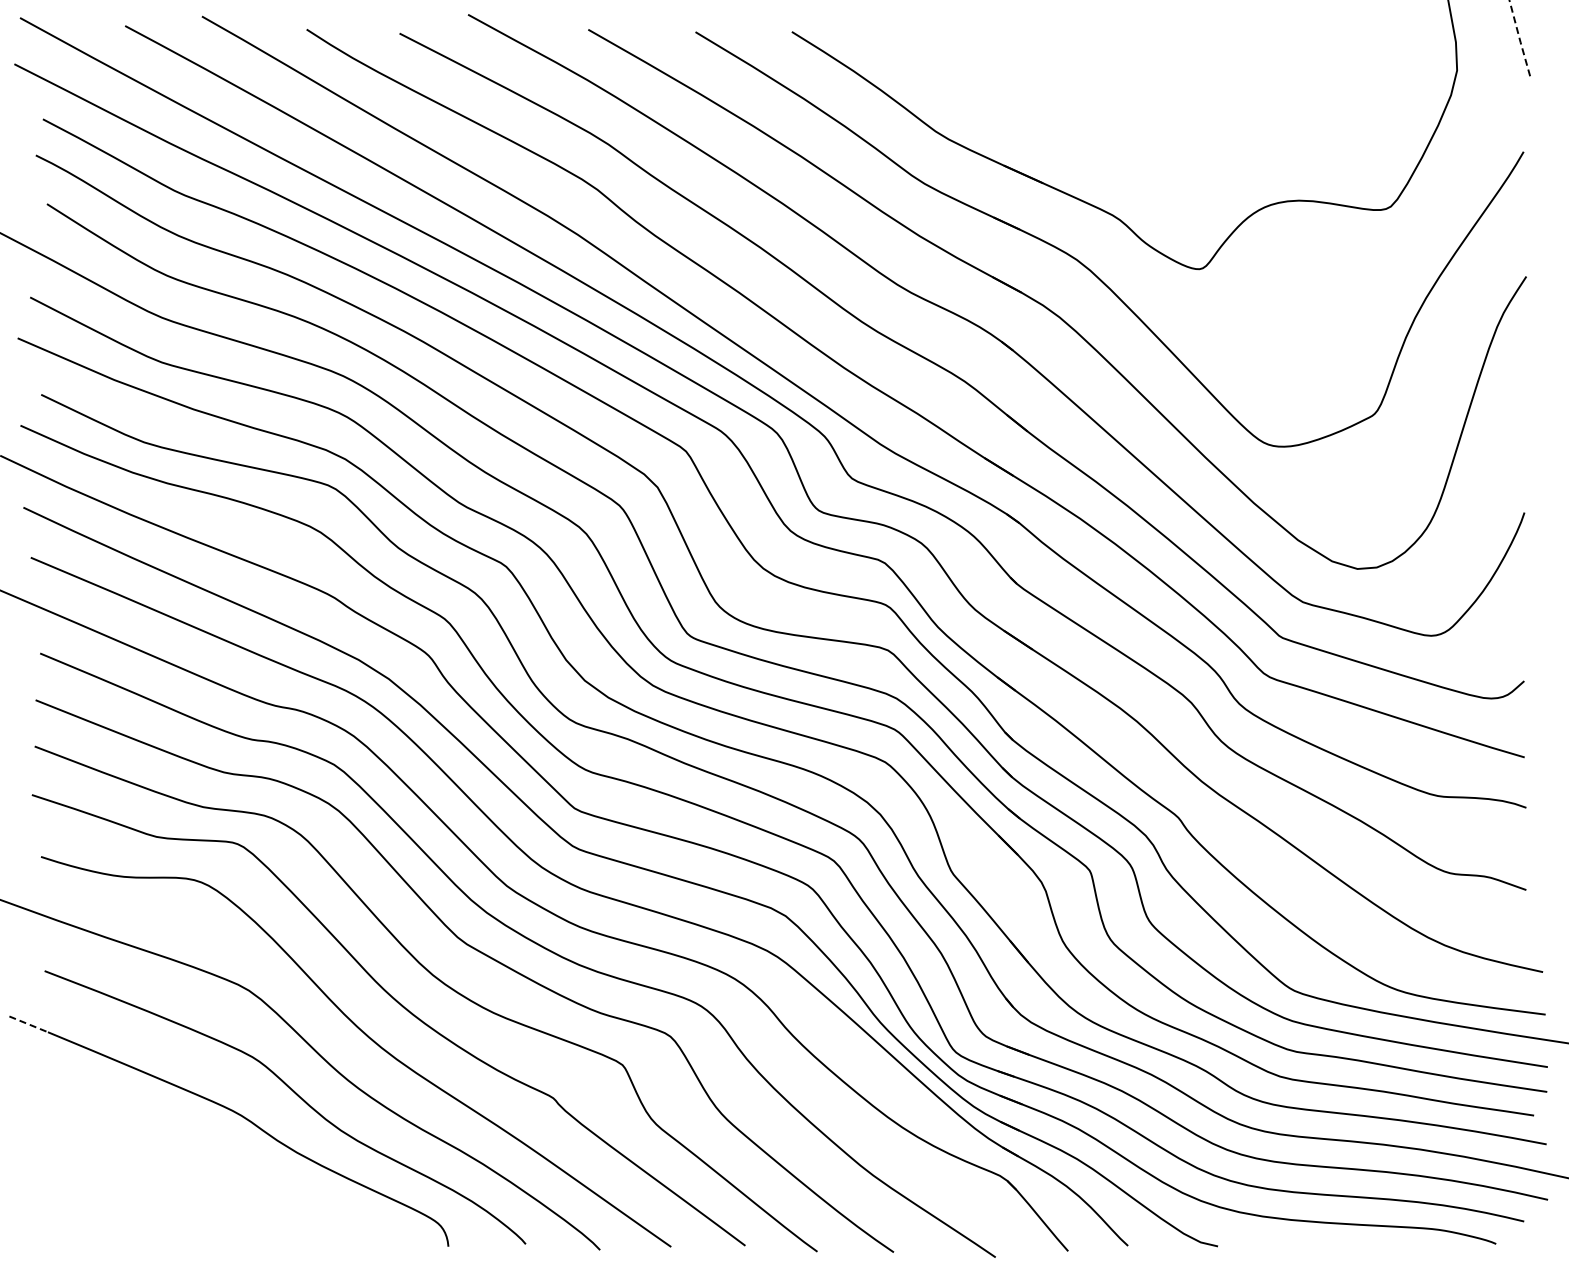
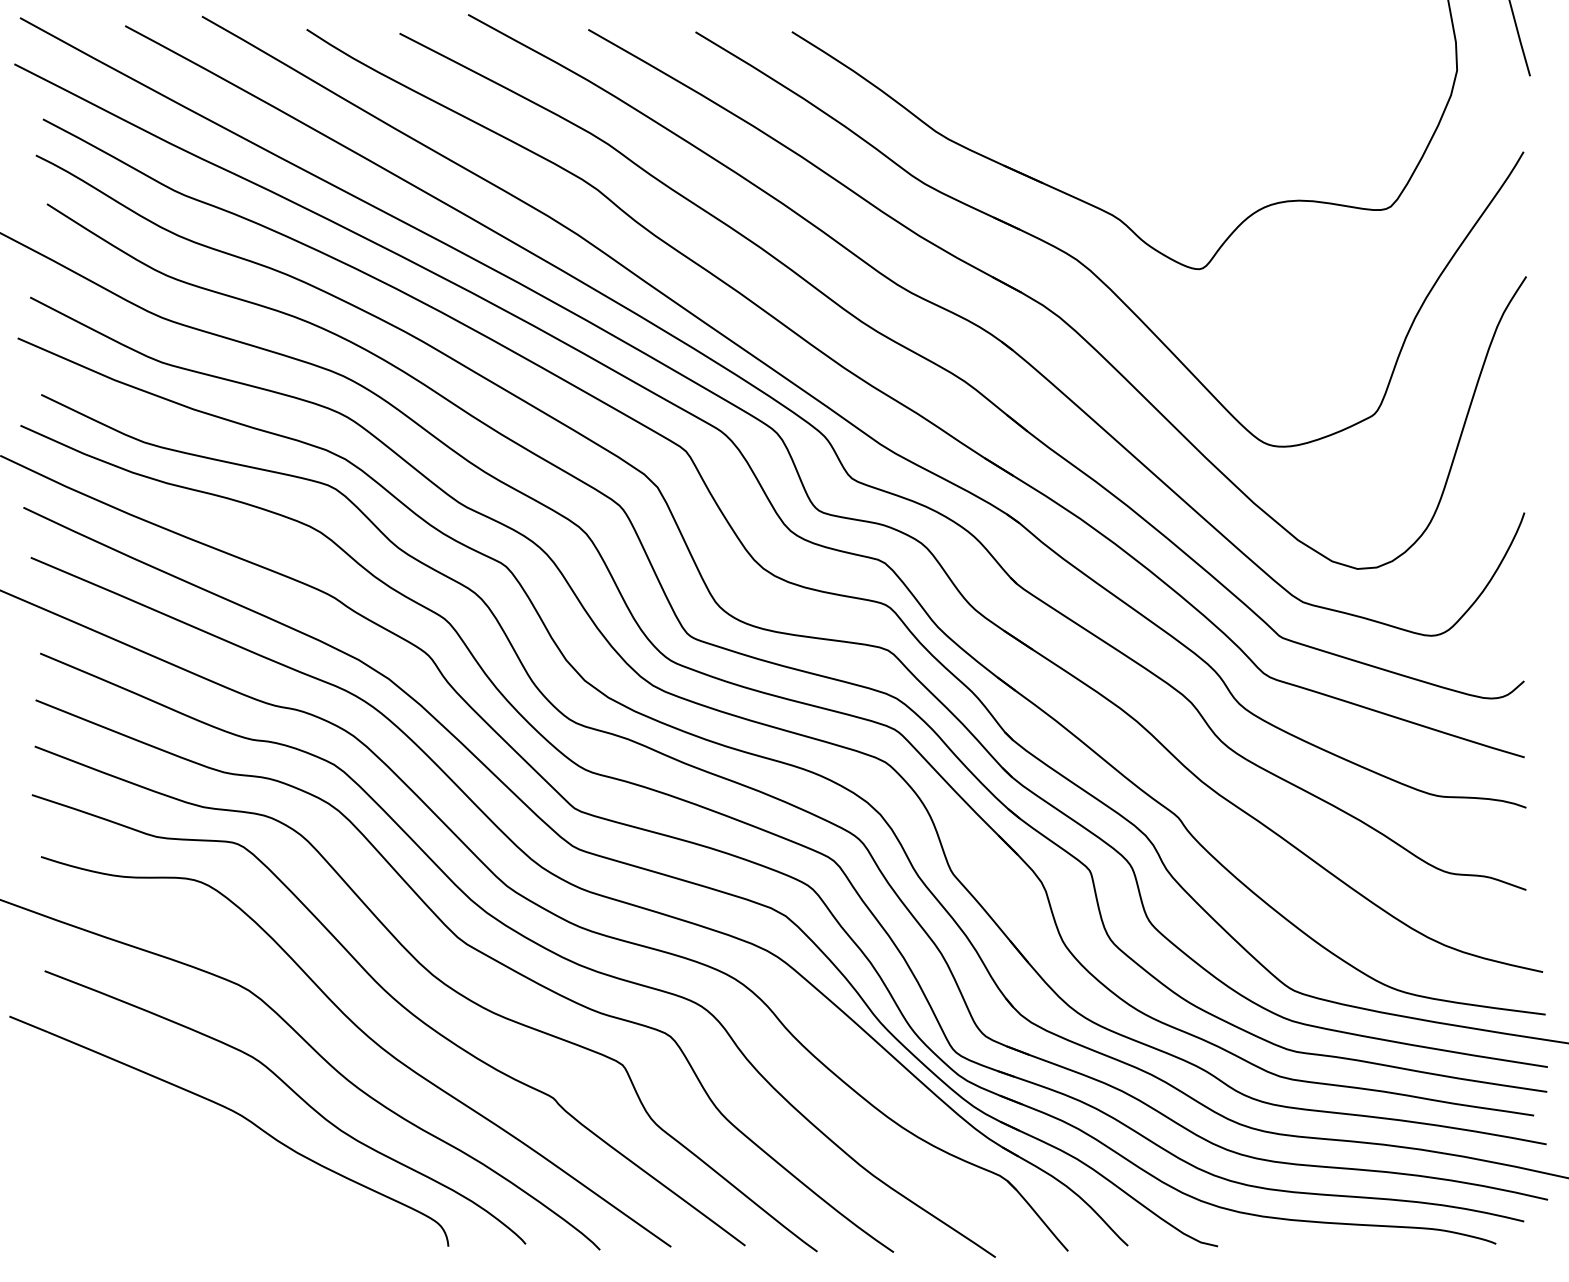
line at (1519, 38): dashed -> solid
line at (28, 1024): dashed -> solid
